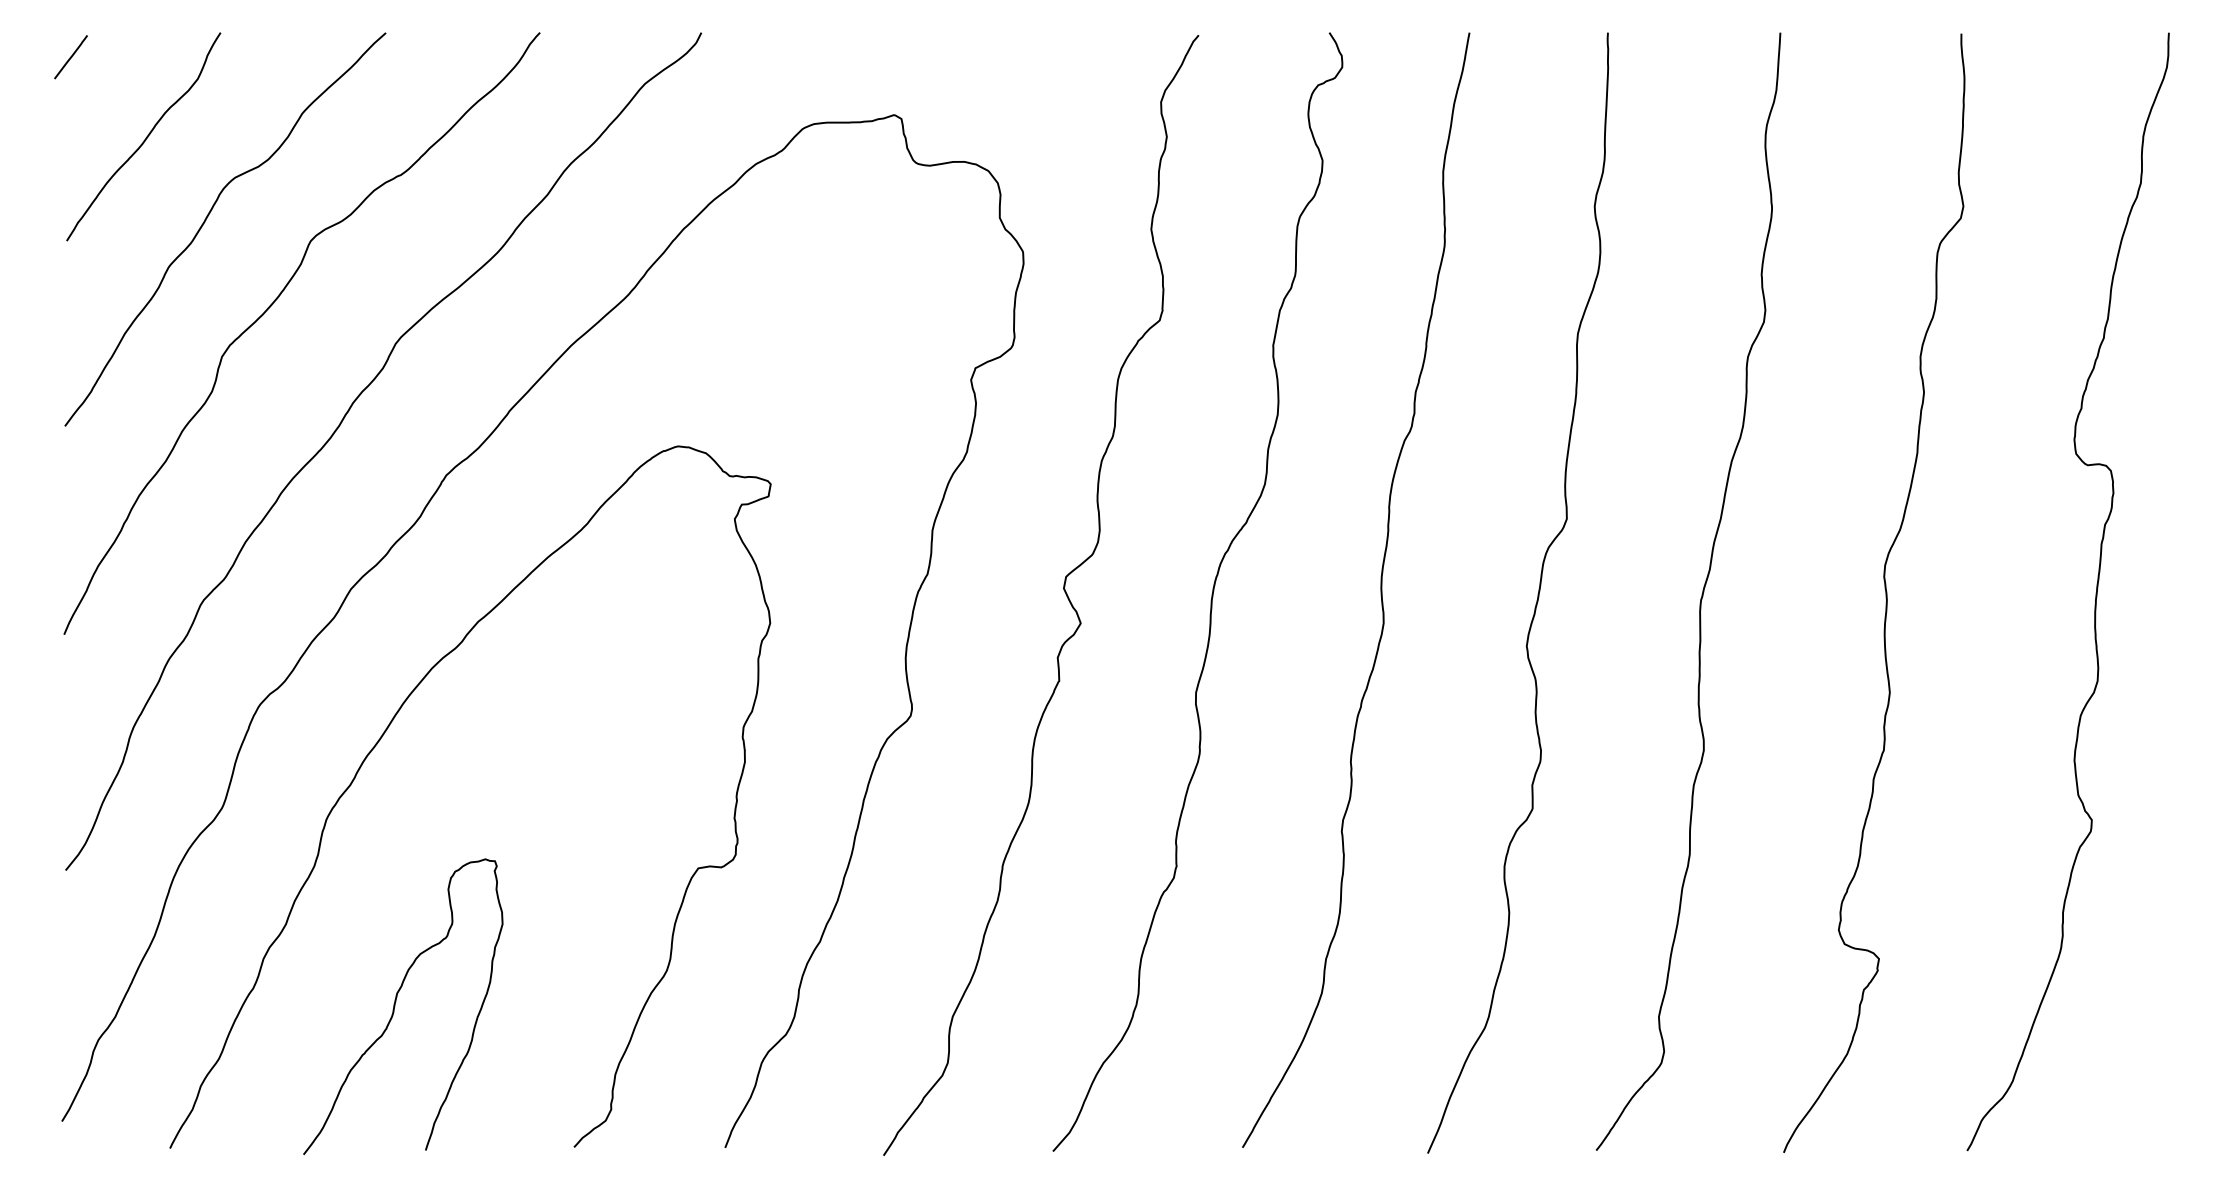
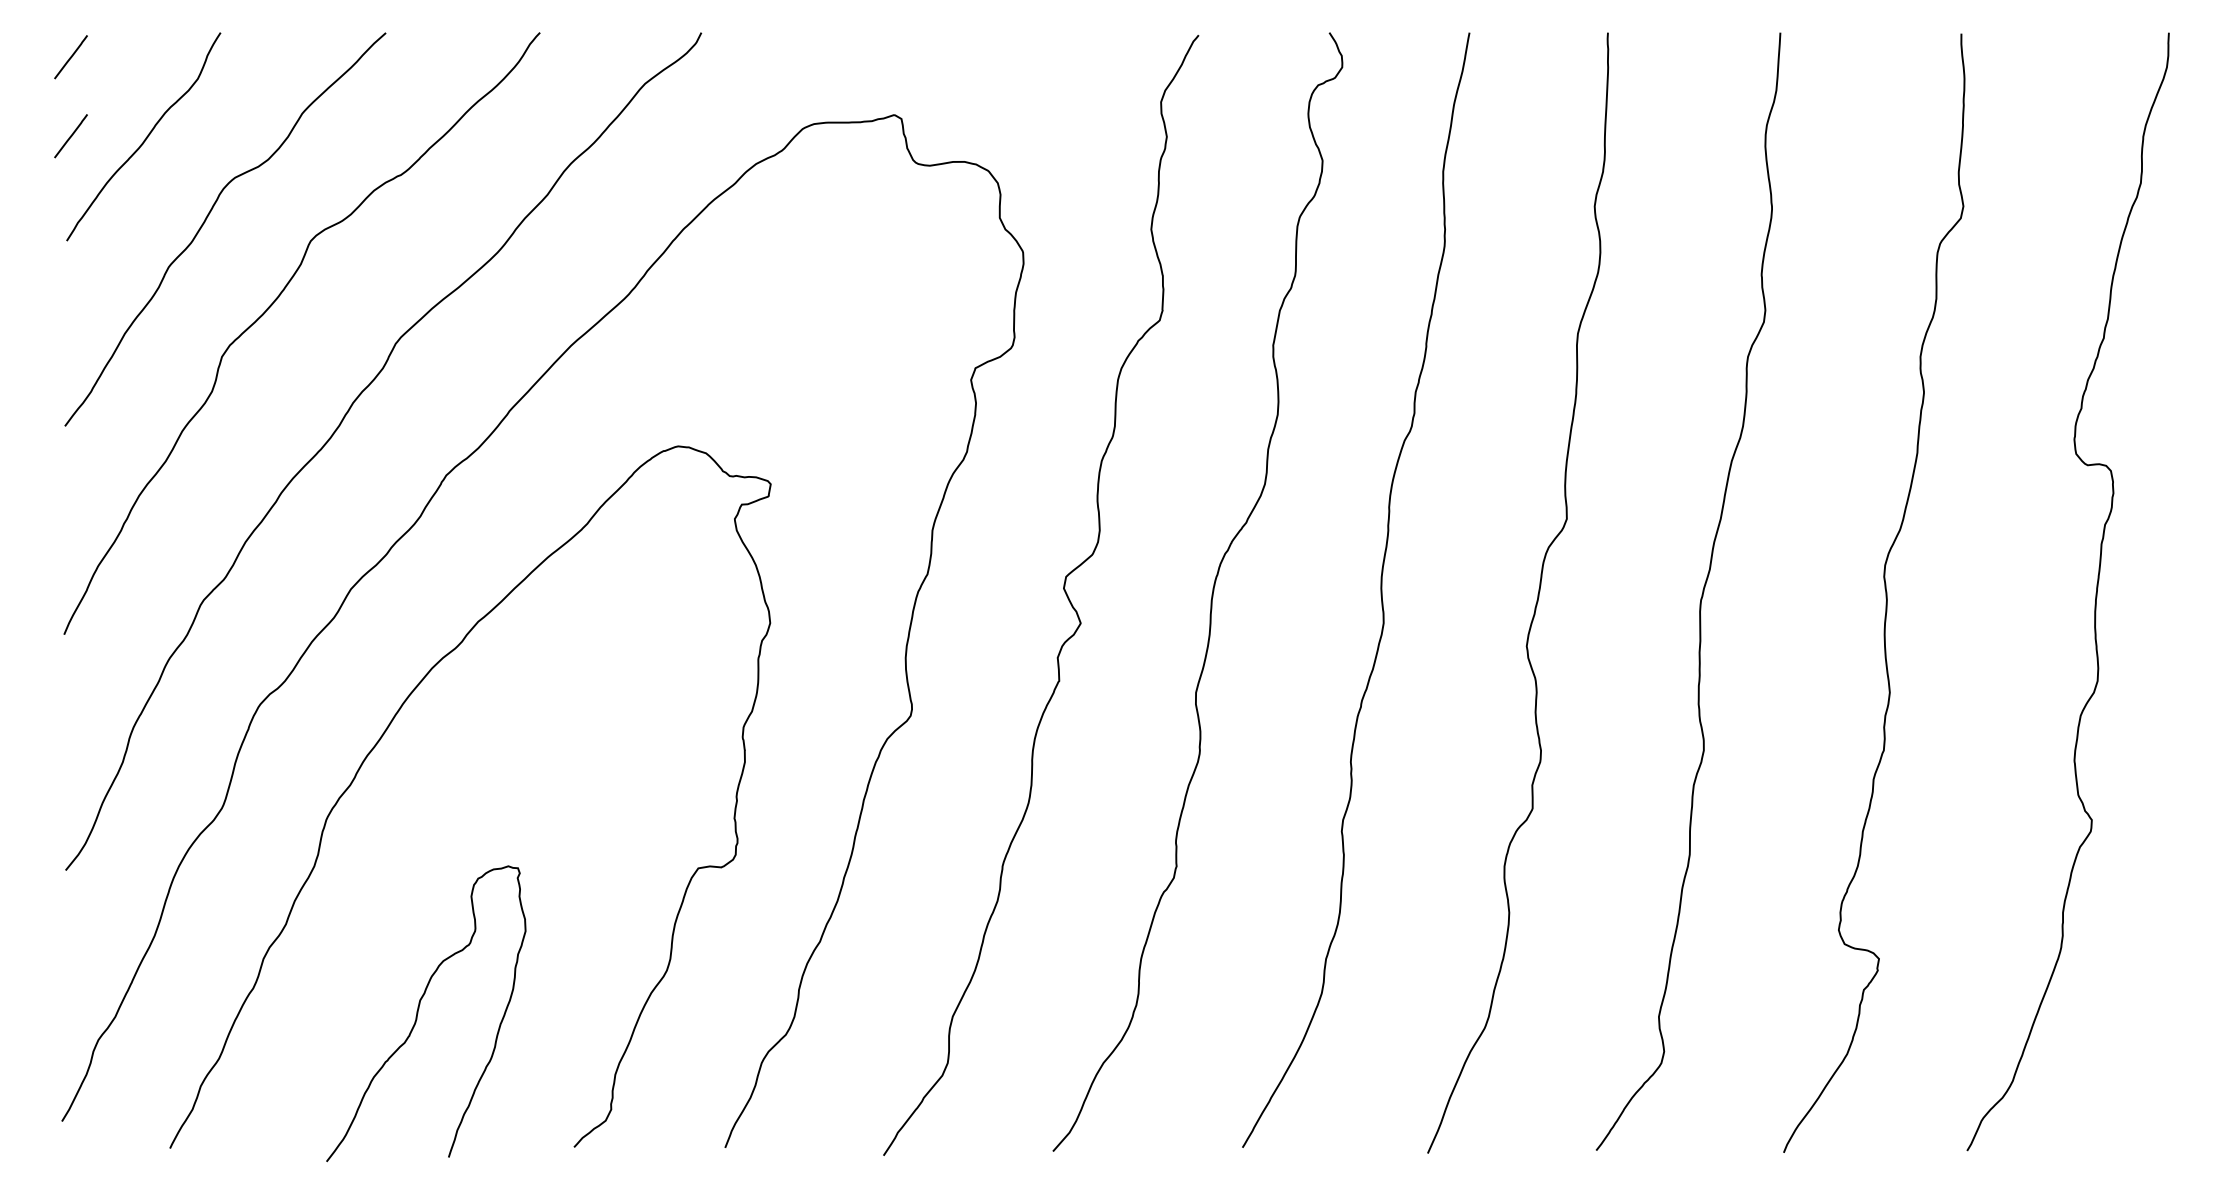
line at (70, 136): none -> present
curve at (395, 1006) position: (395, 1006) -> (418, 1013)
